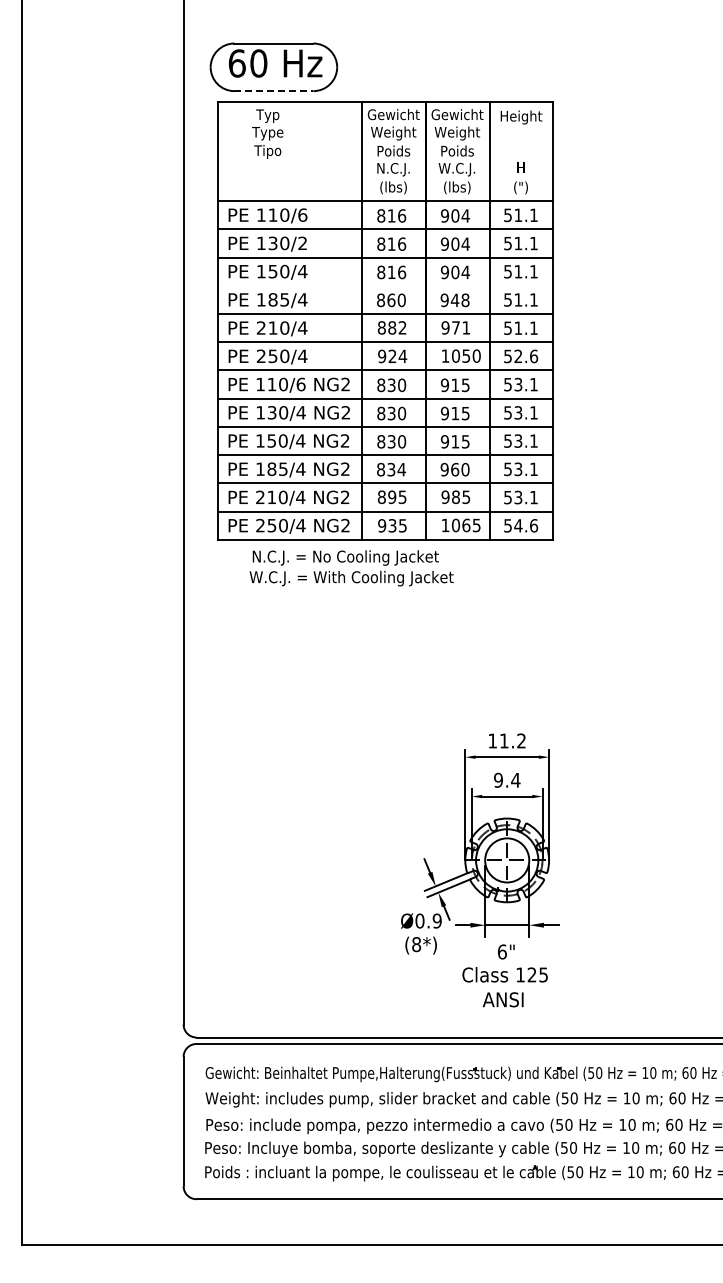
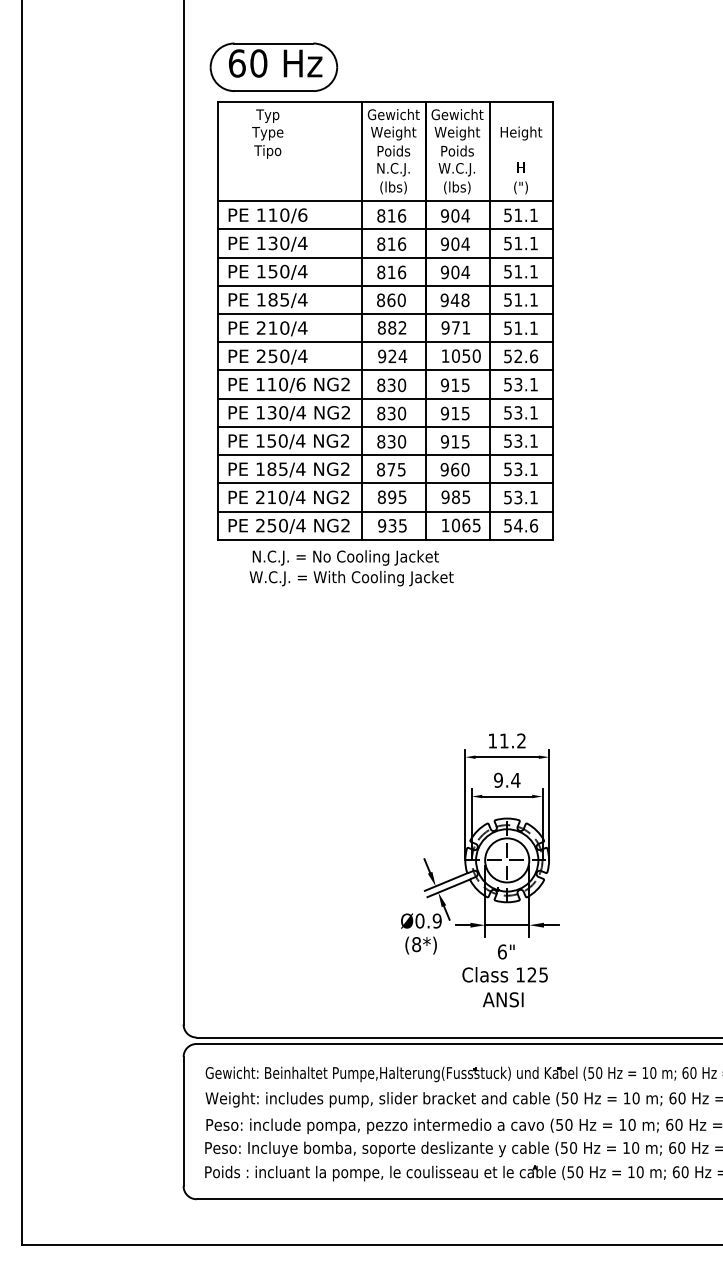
line at (274, 91): dashed -> solid
text at (521, 117) position: (521, 117) -> (521, 133)
text at (302, 242): 130/2 -> 130/4
line at (385, 285): none -> present
text at (396, 469): 834 -> 875
